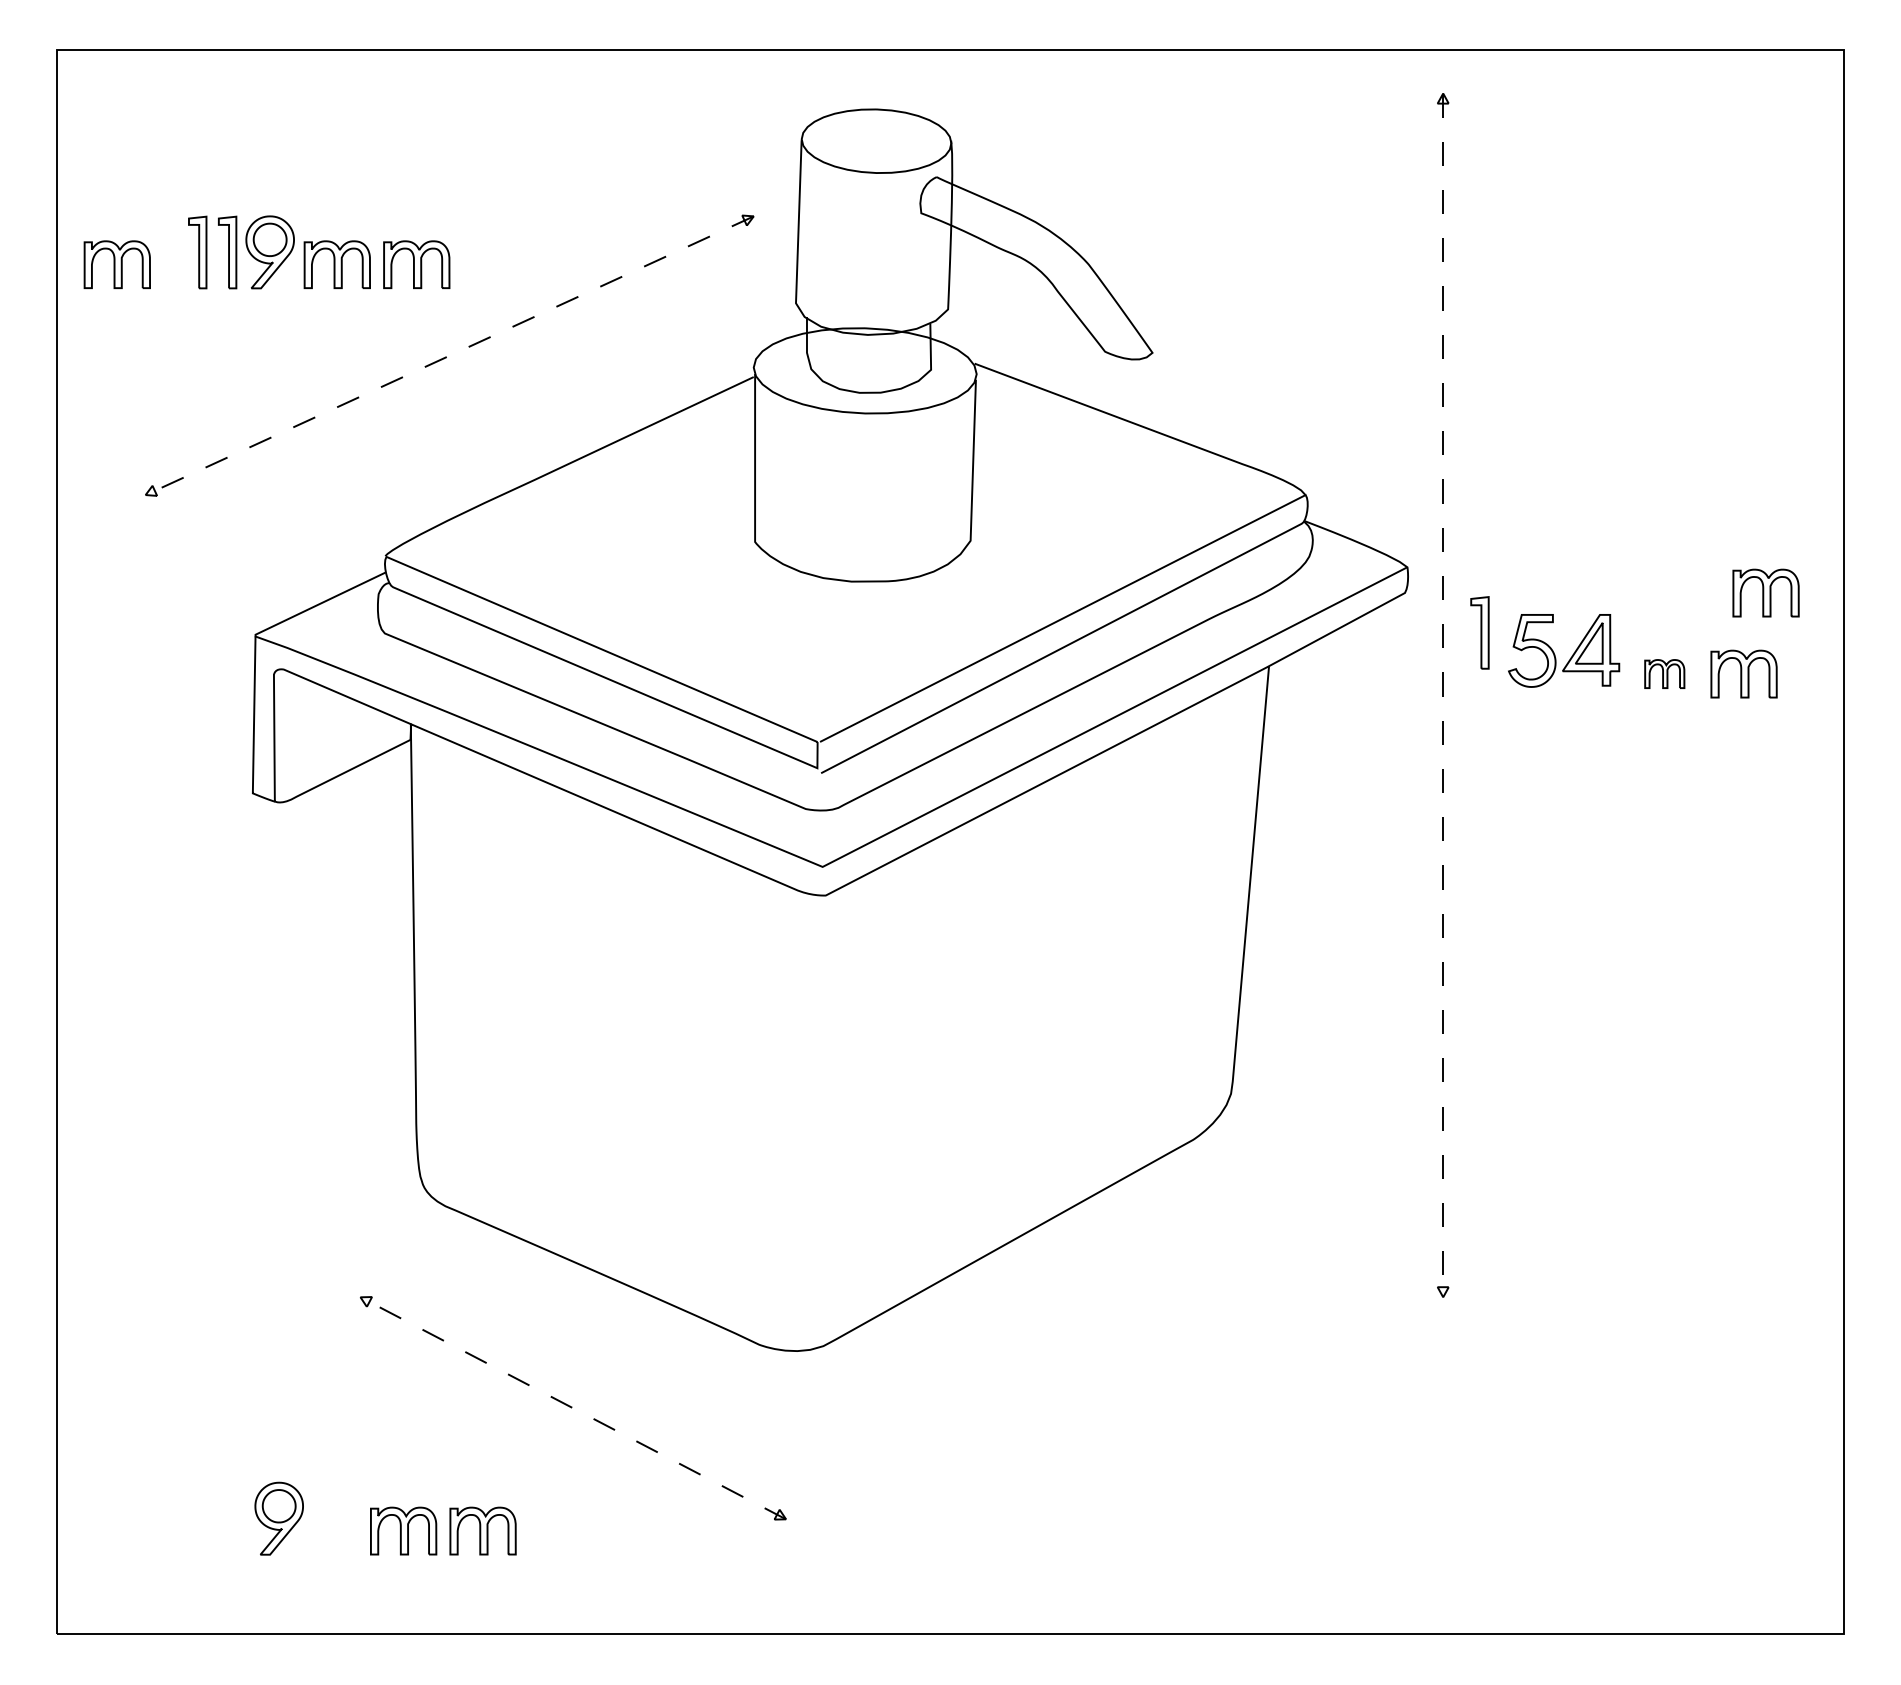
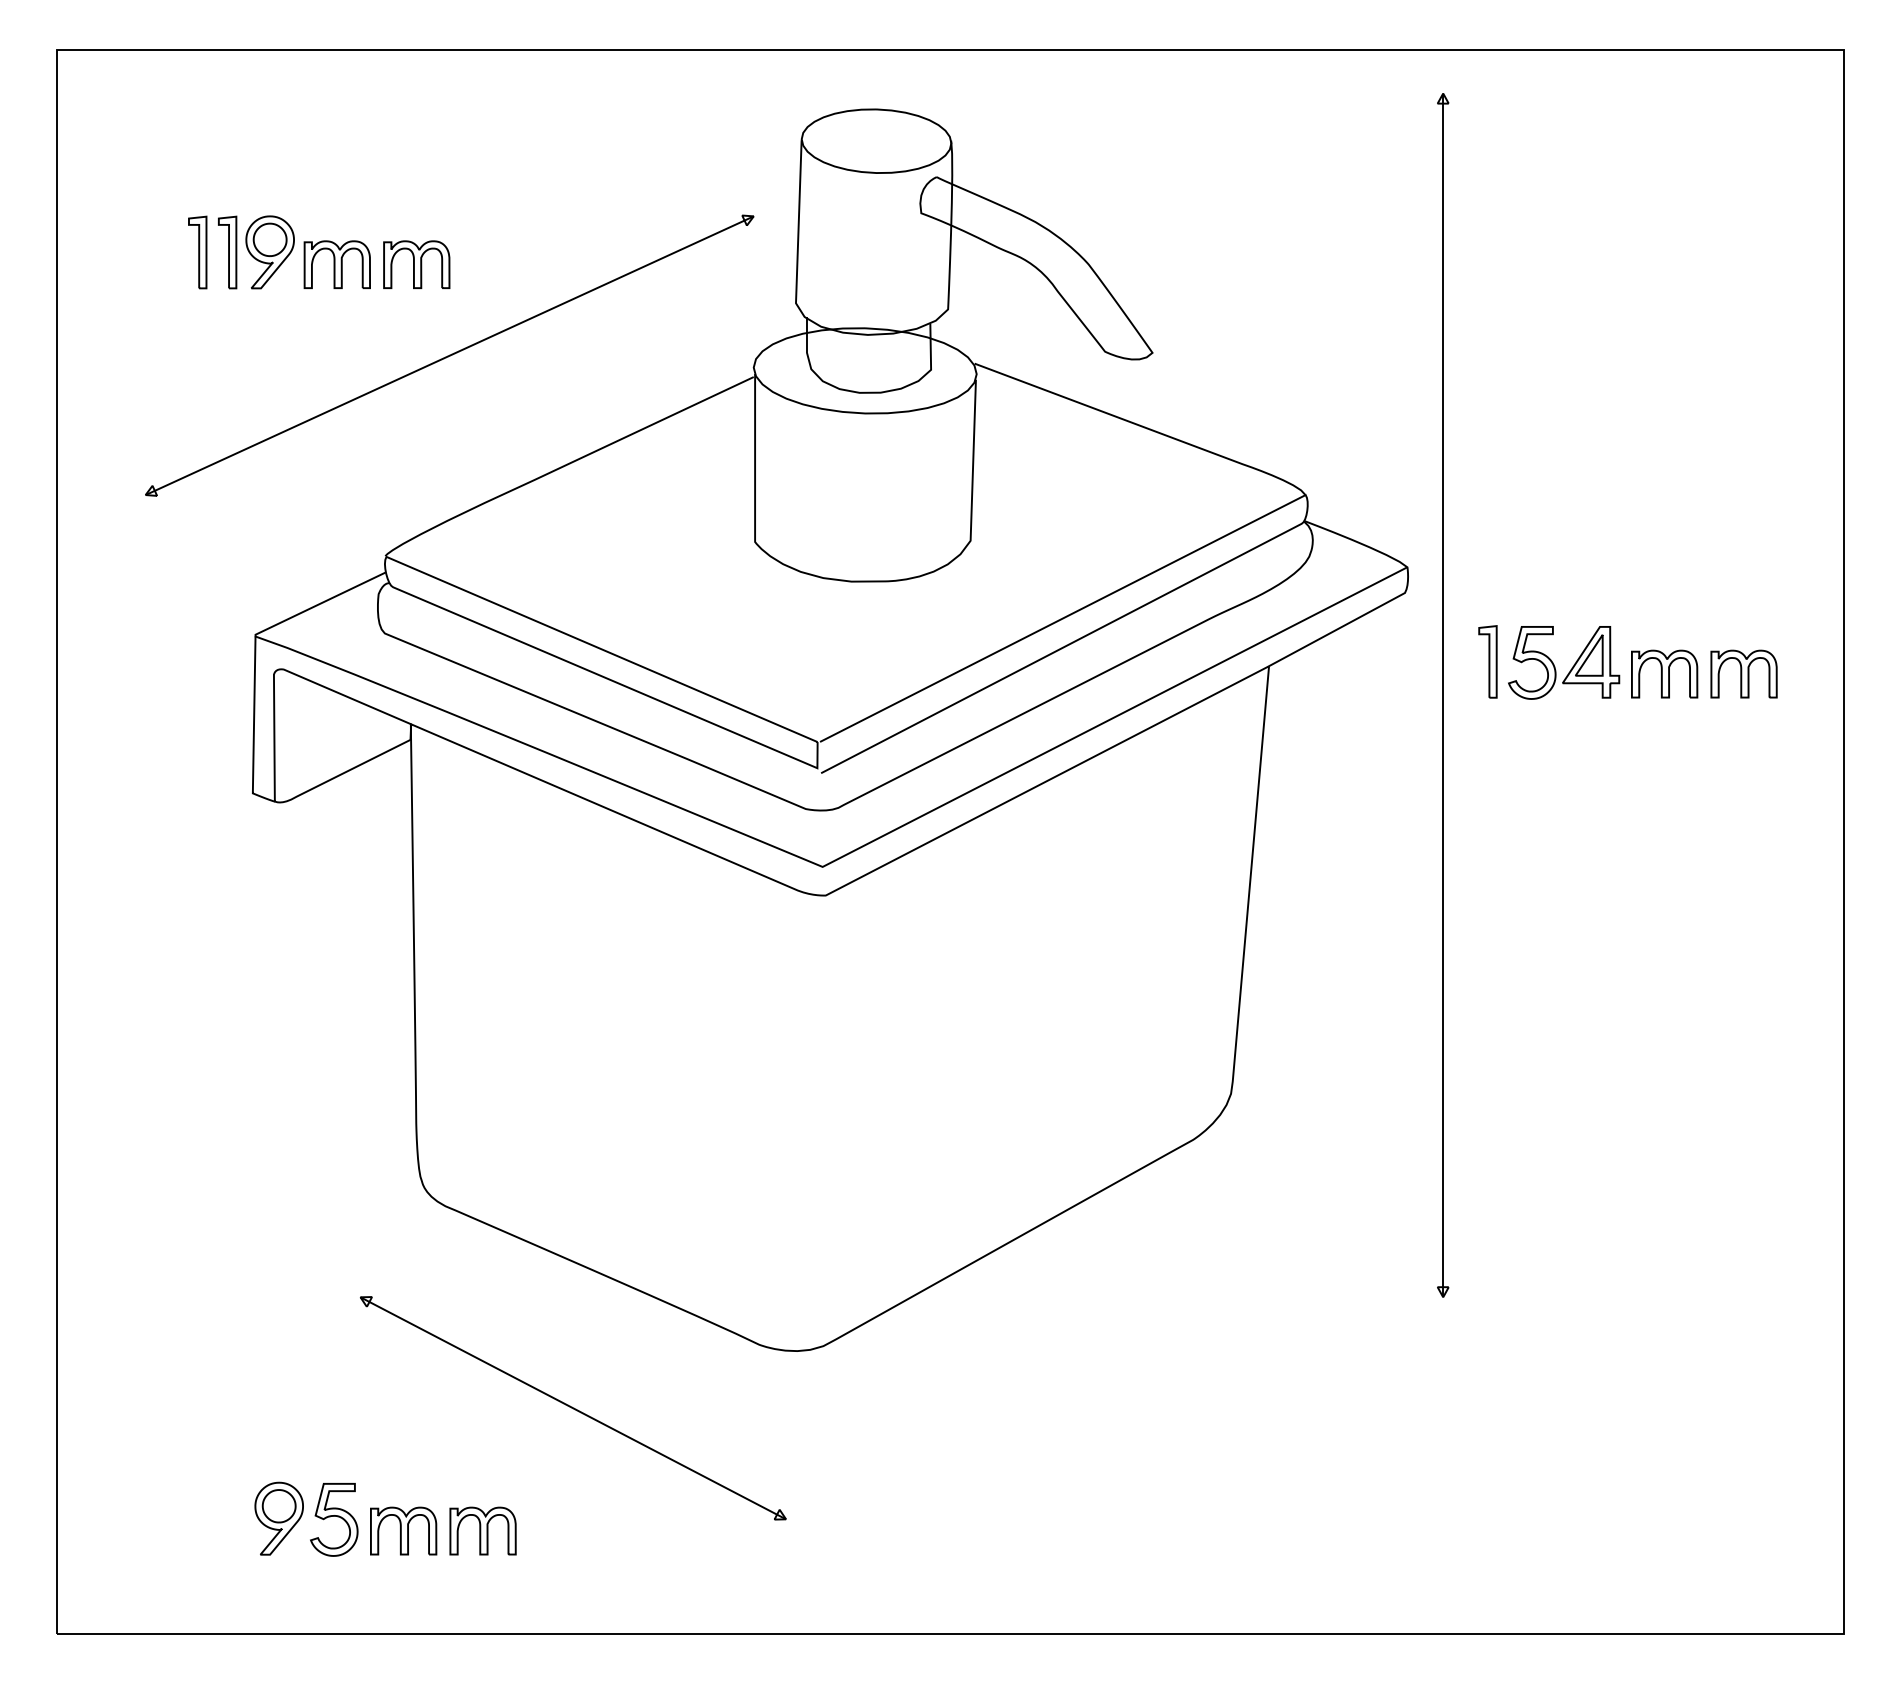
part at (116, 264): present -> none
line at (449, 355): dashed -> solid
part at (1765, 592): present -> none
part at (1479, 632) position: (1479, 632) -> (1487, 661)
part at (1572, 654) position: (1572, 654) -> (1572, 666)
part at (1664, 673) size: 42x30 px -> 68x50 px
line at (1443, 695): dashed -> solid
line at (572, 1408): dashed -> solid
part at (334, 1519): none -> present
